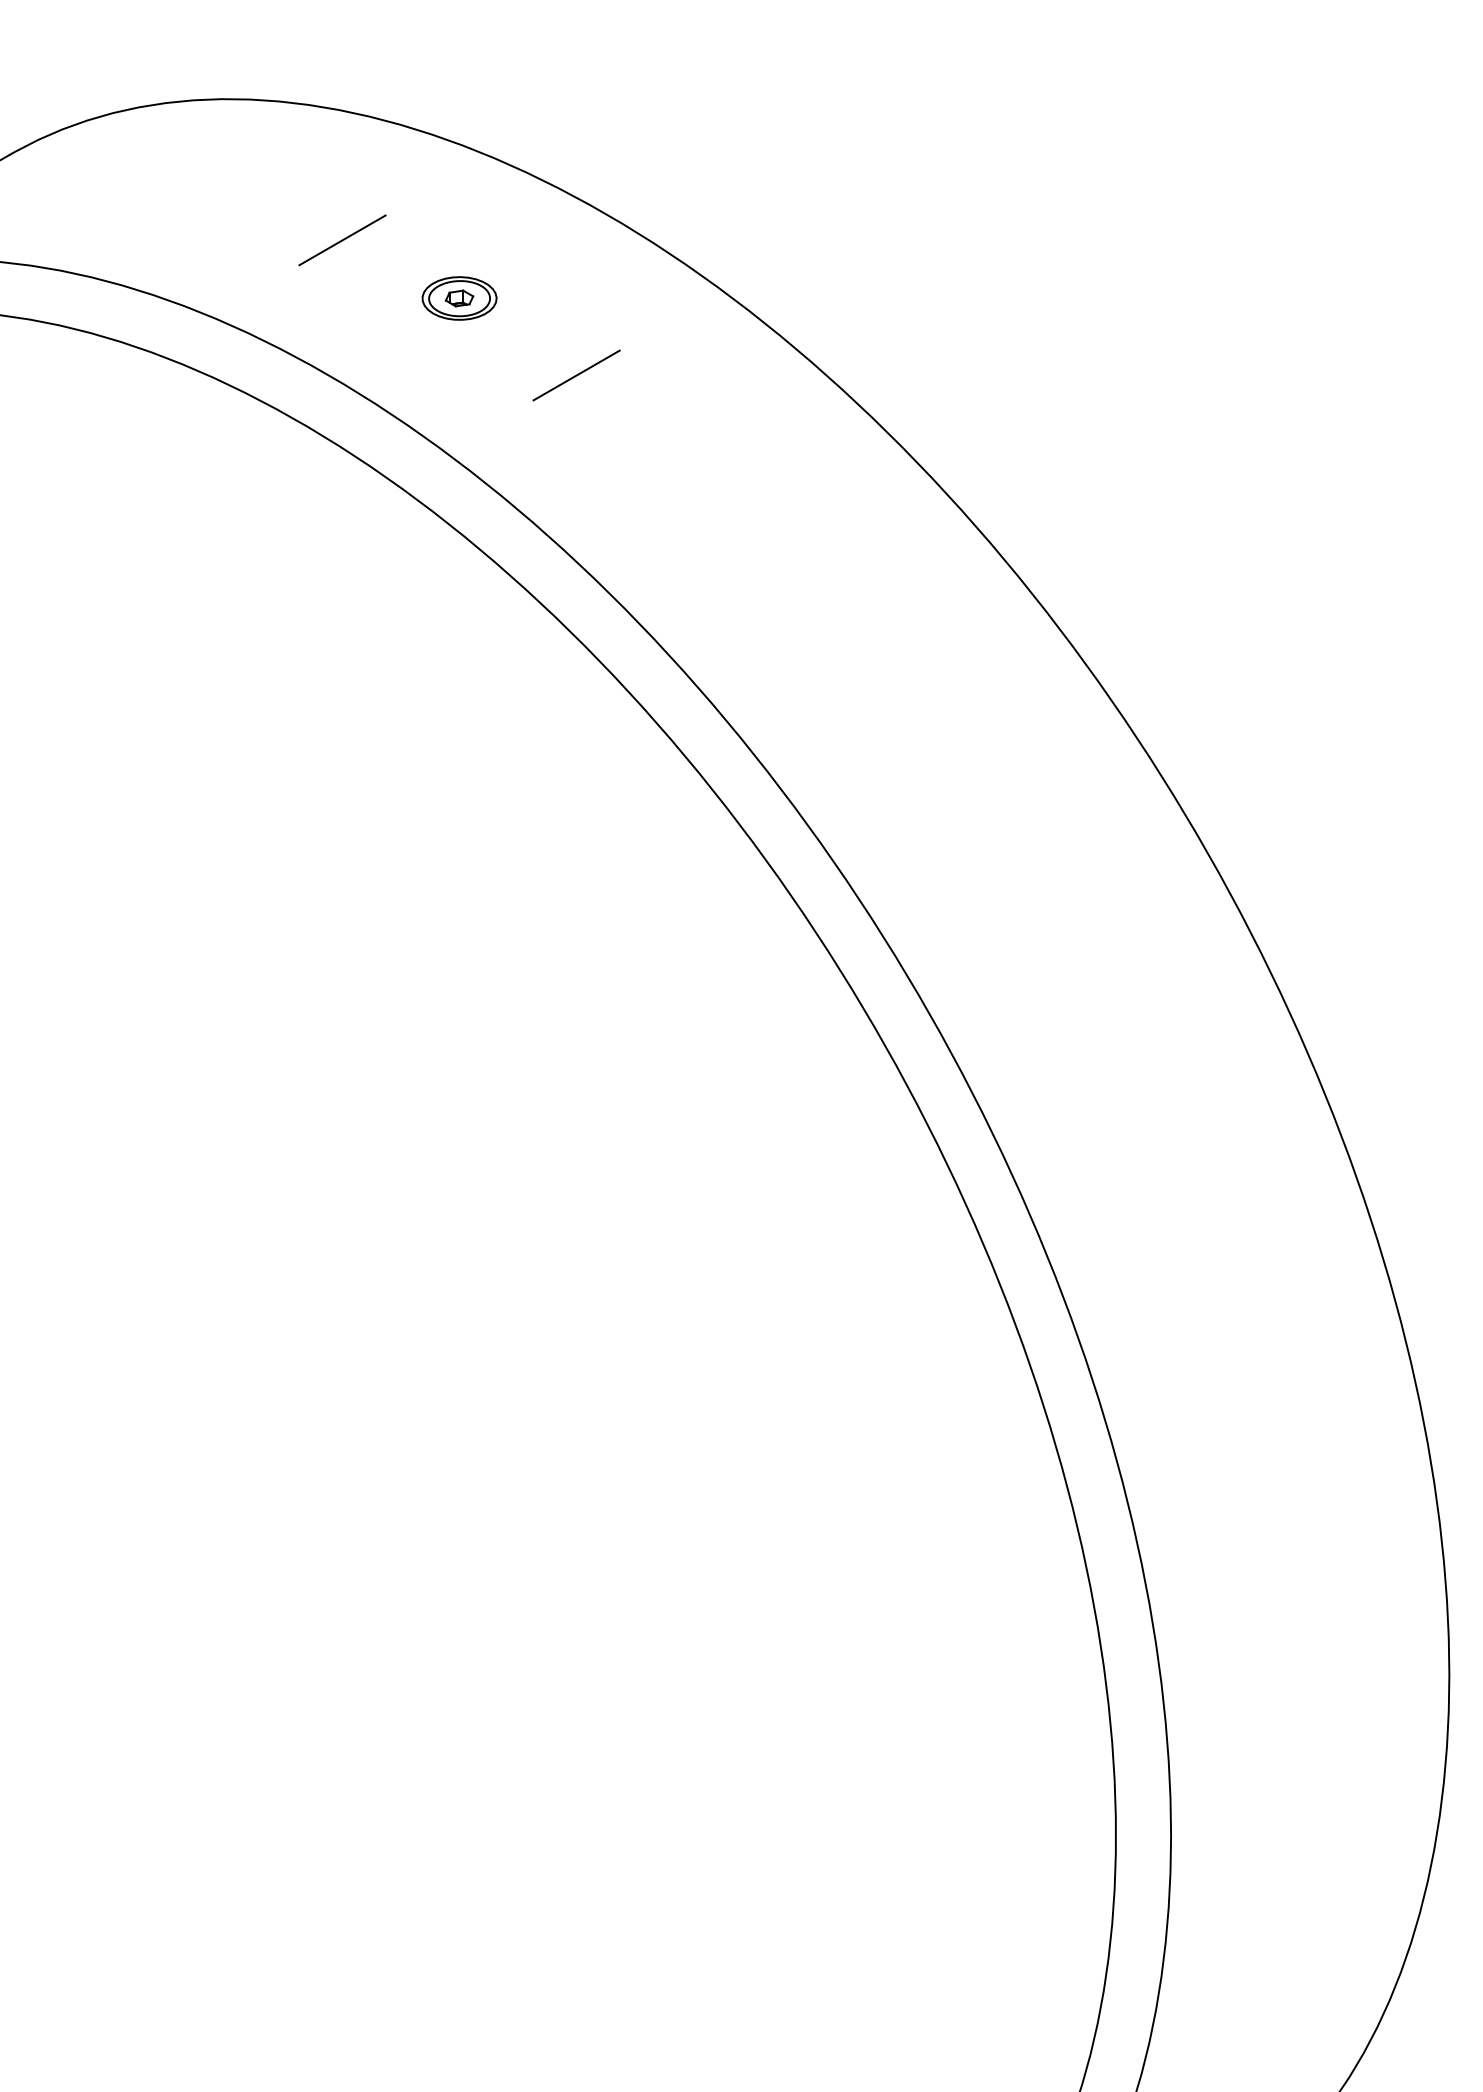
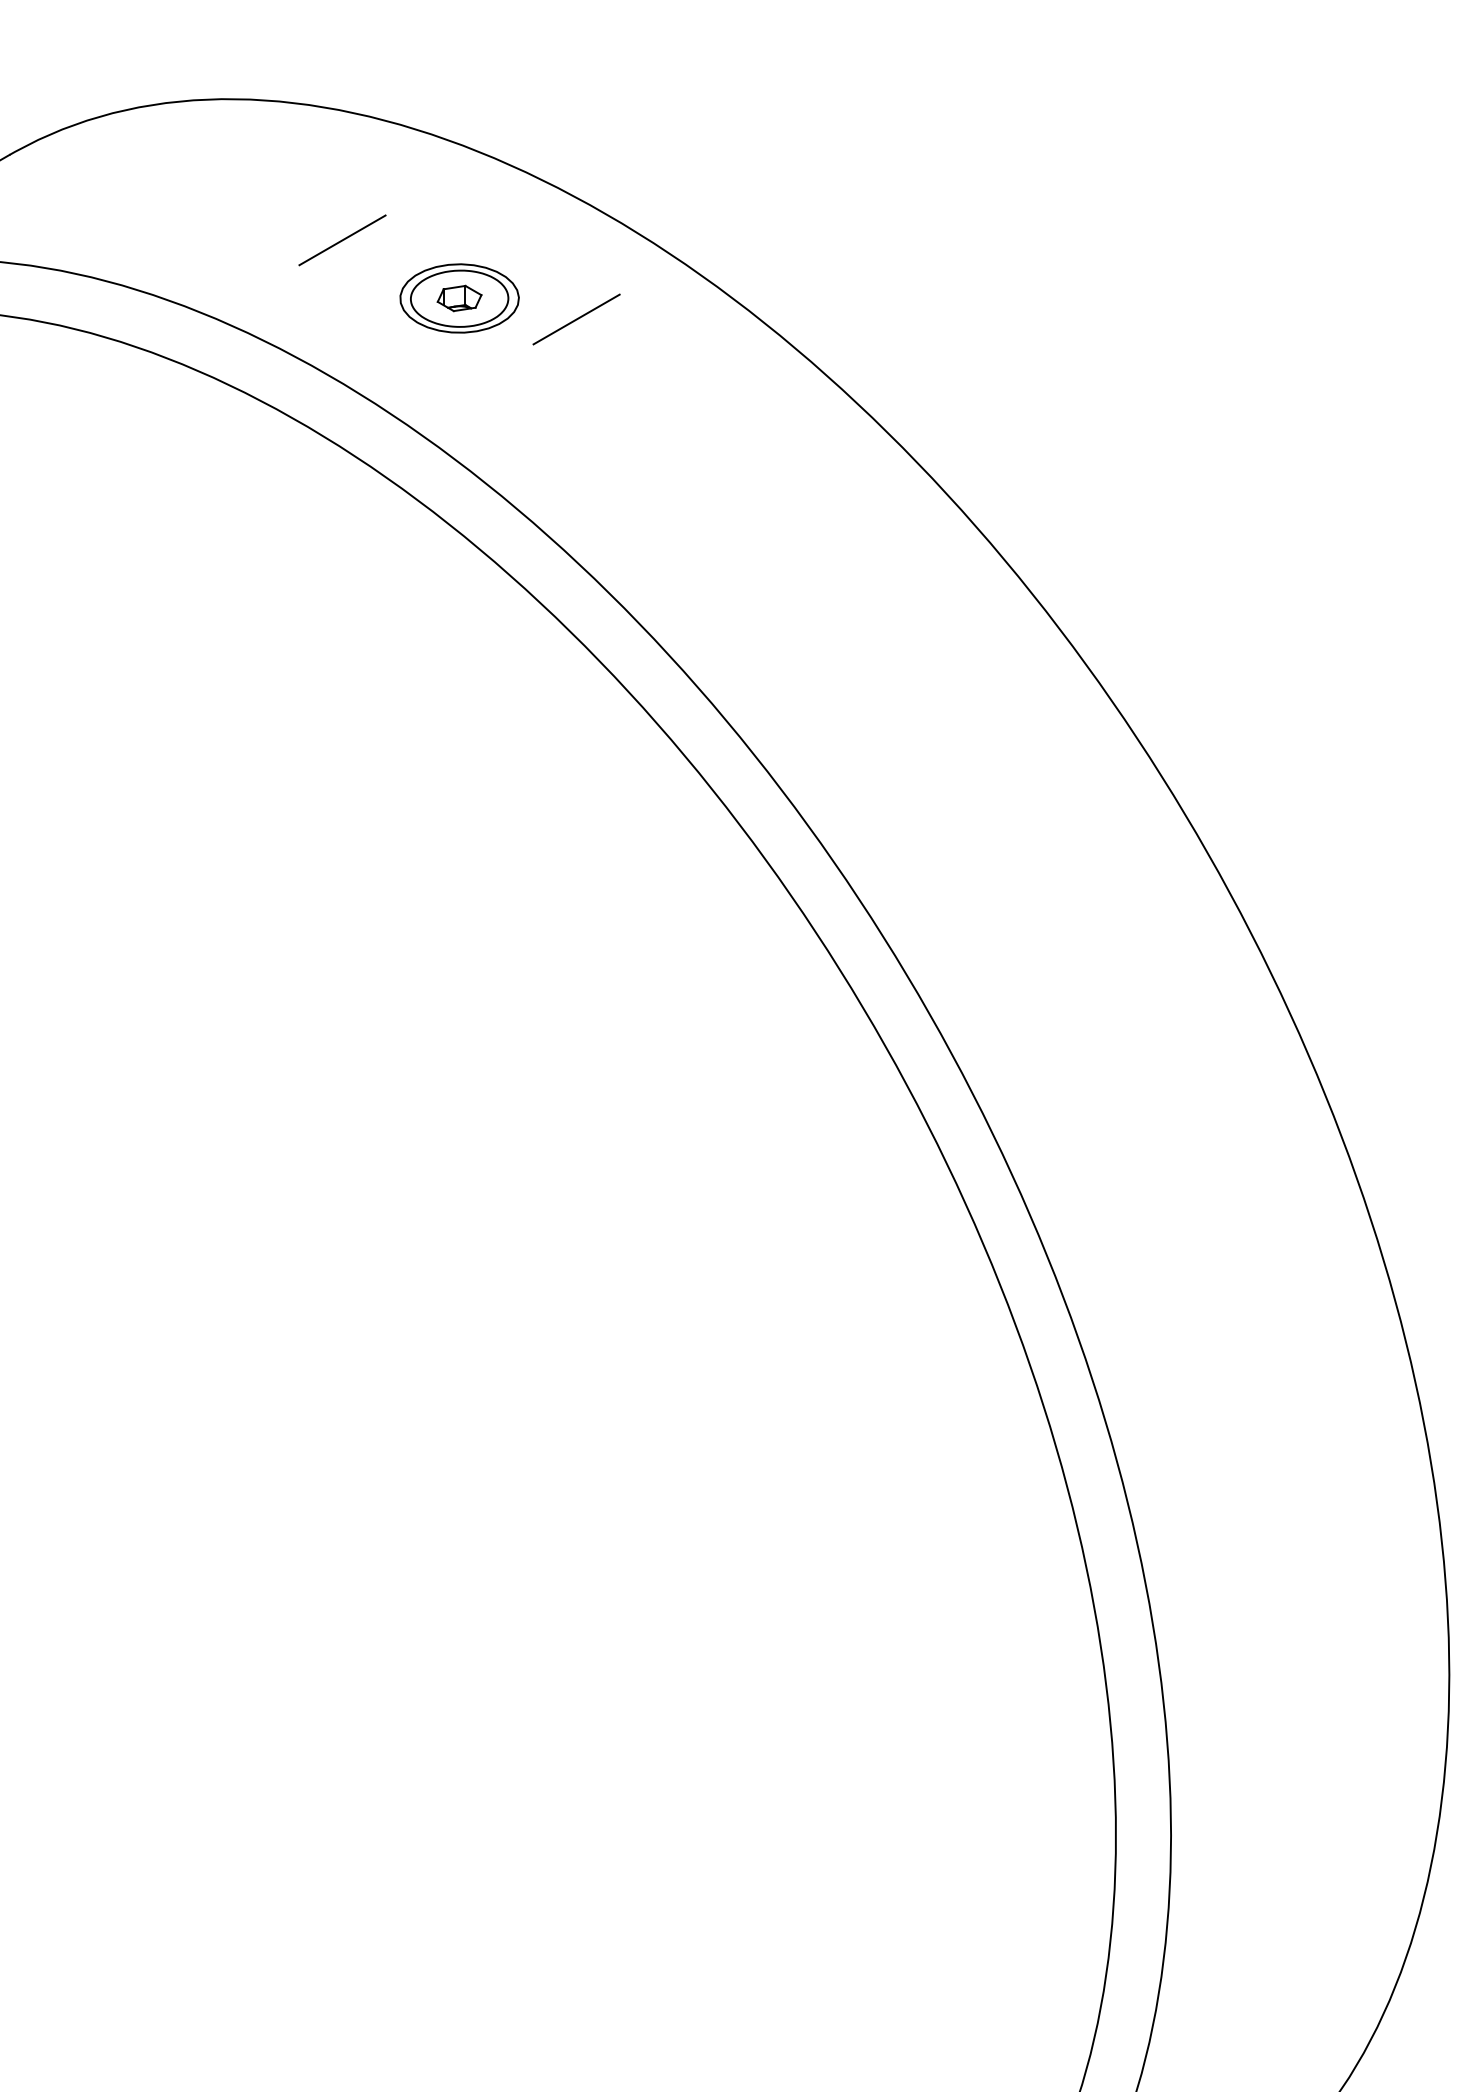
part at (459, 298) size: 77x45 px -> 121x71 px
line at (576, 375) position: (576, 375) -> (576, 319)
